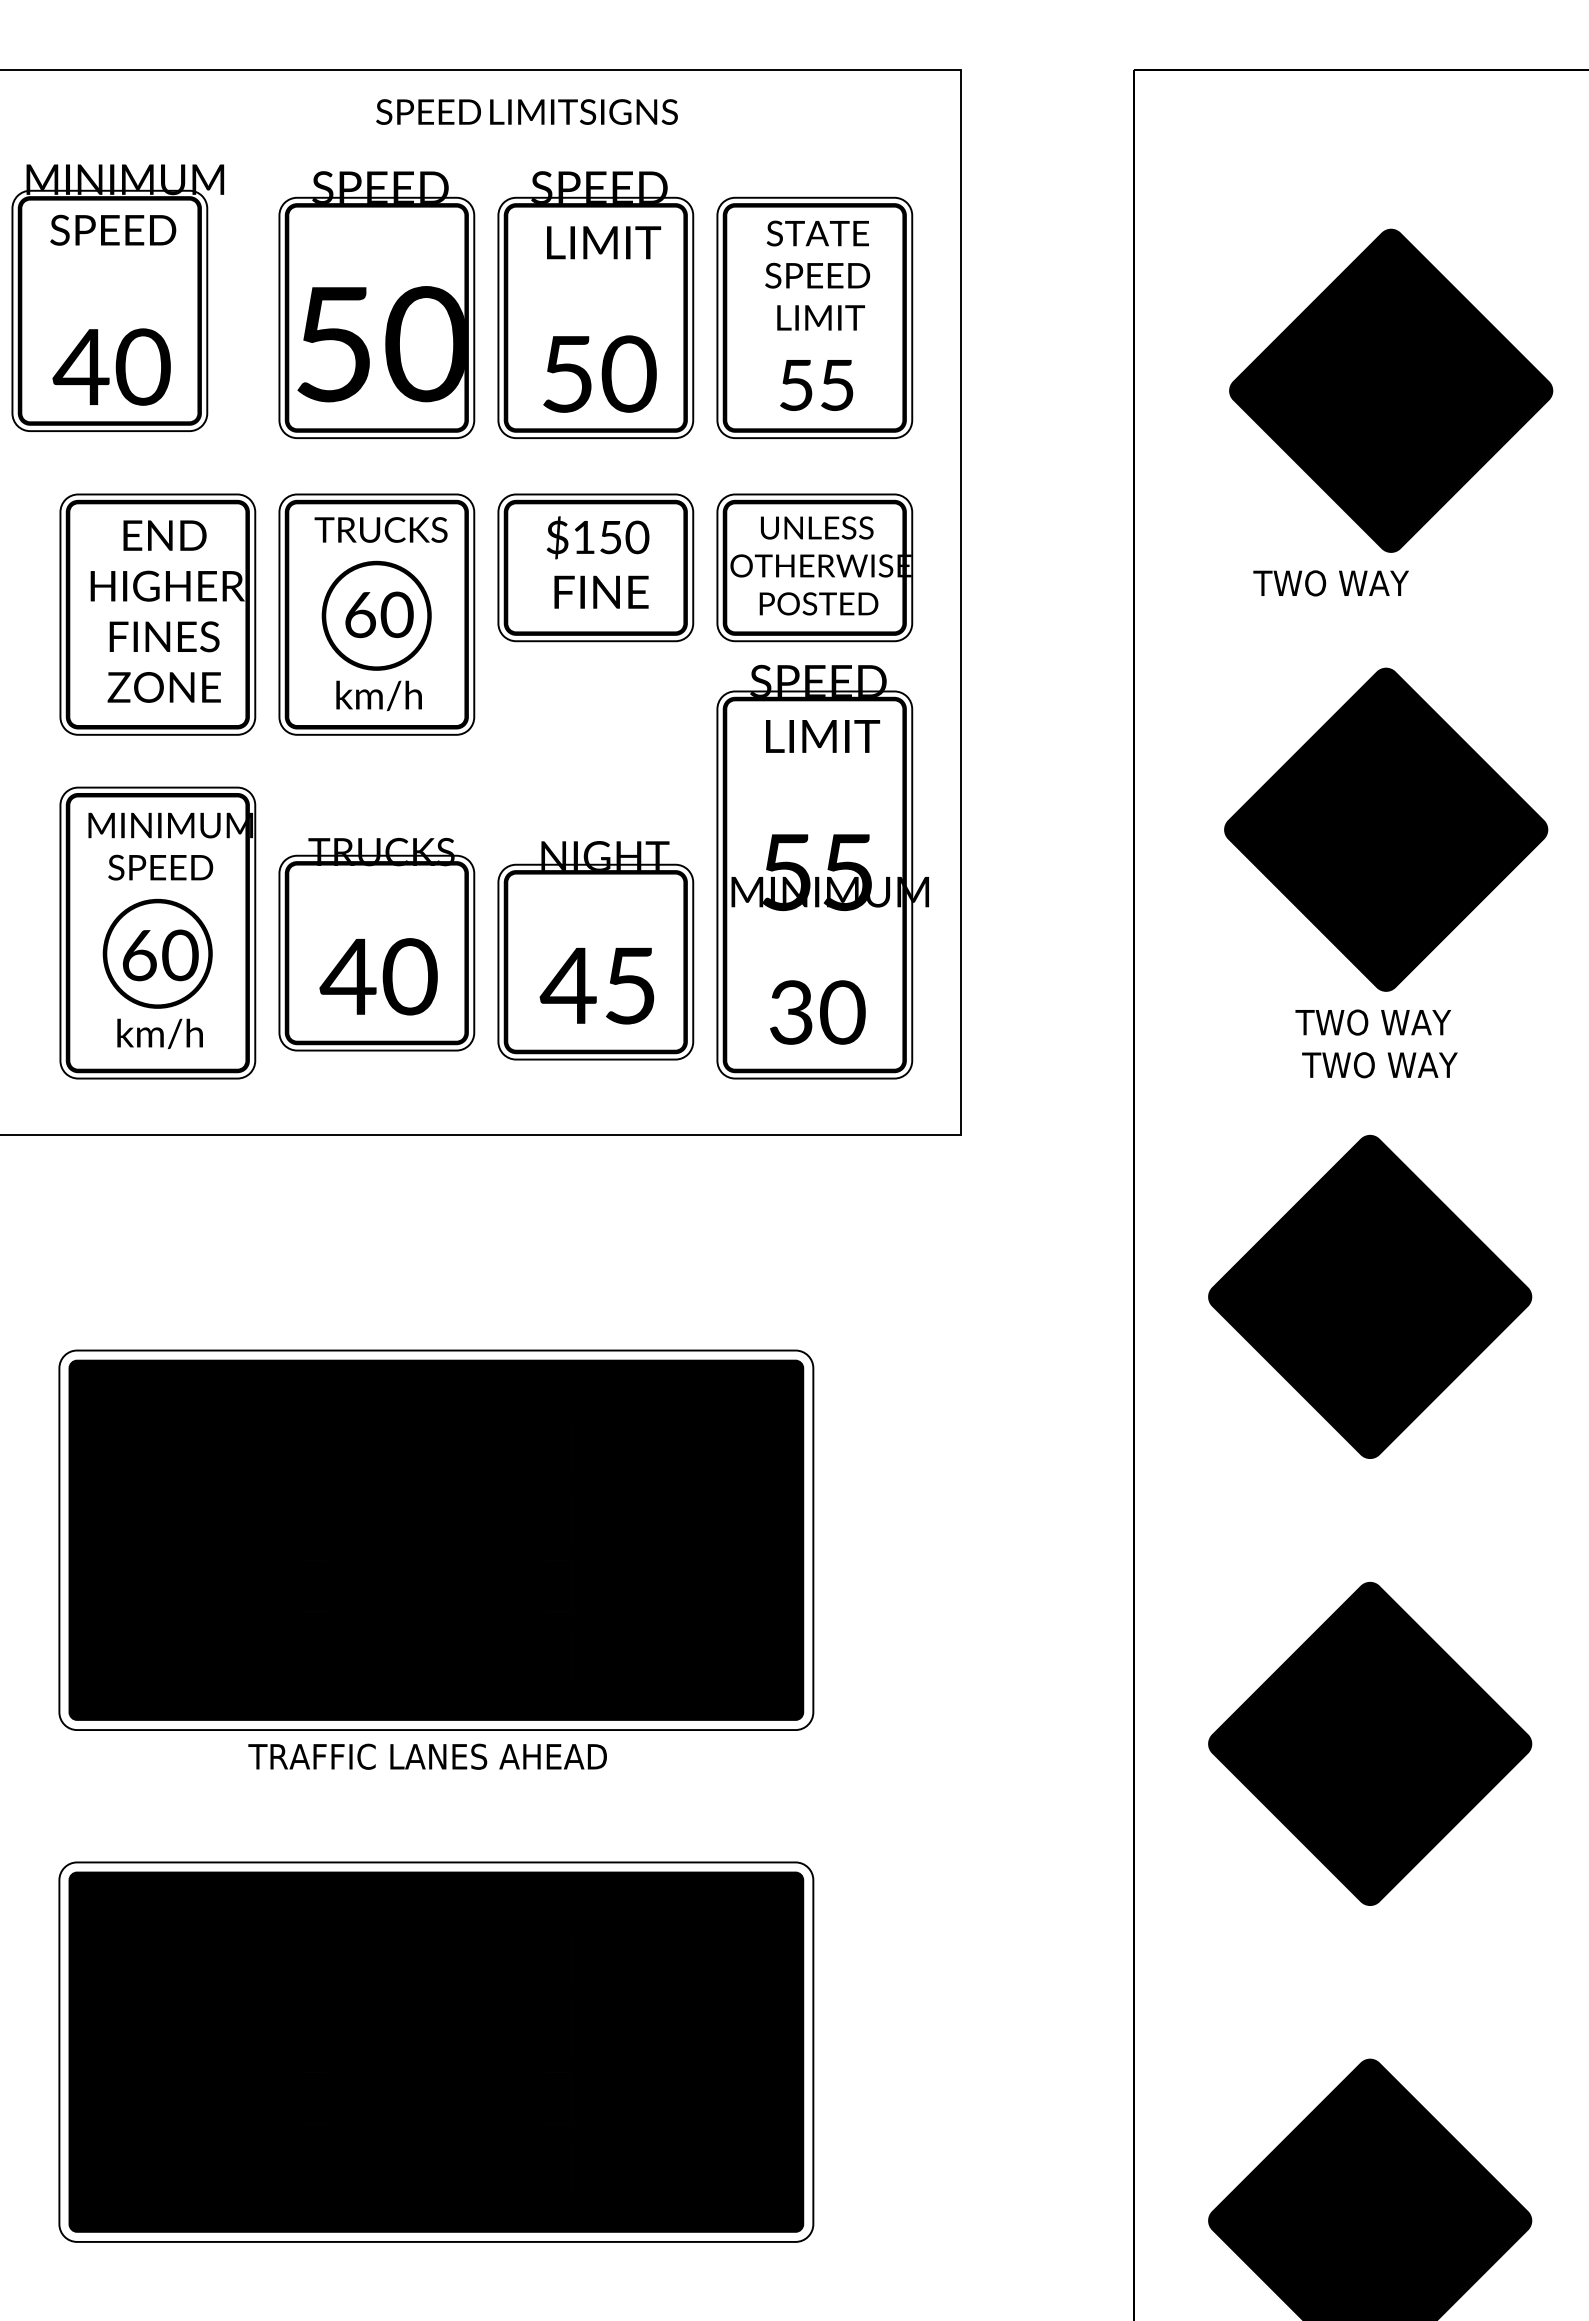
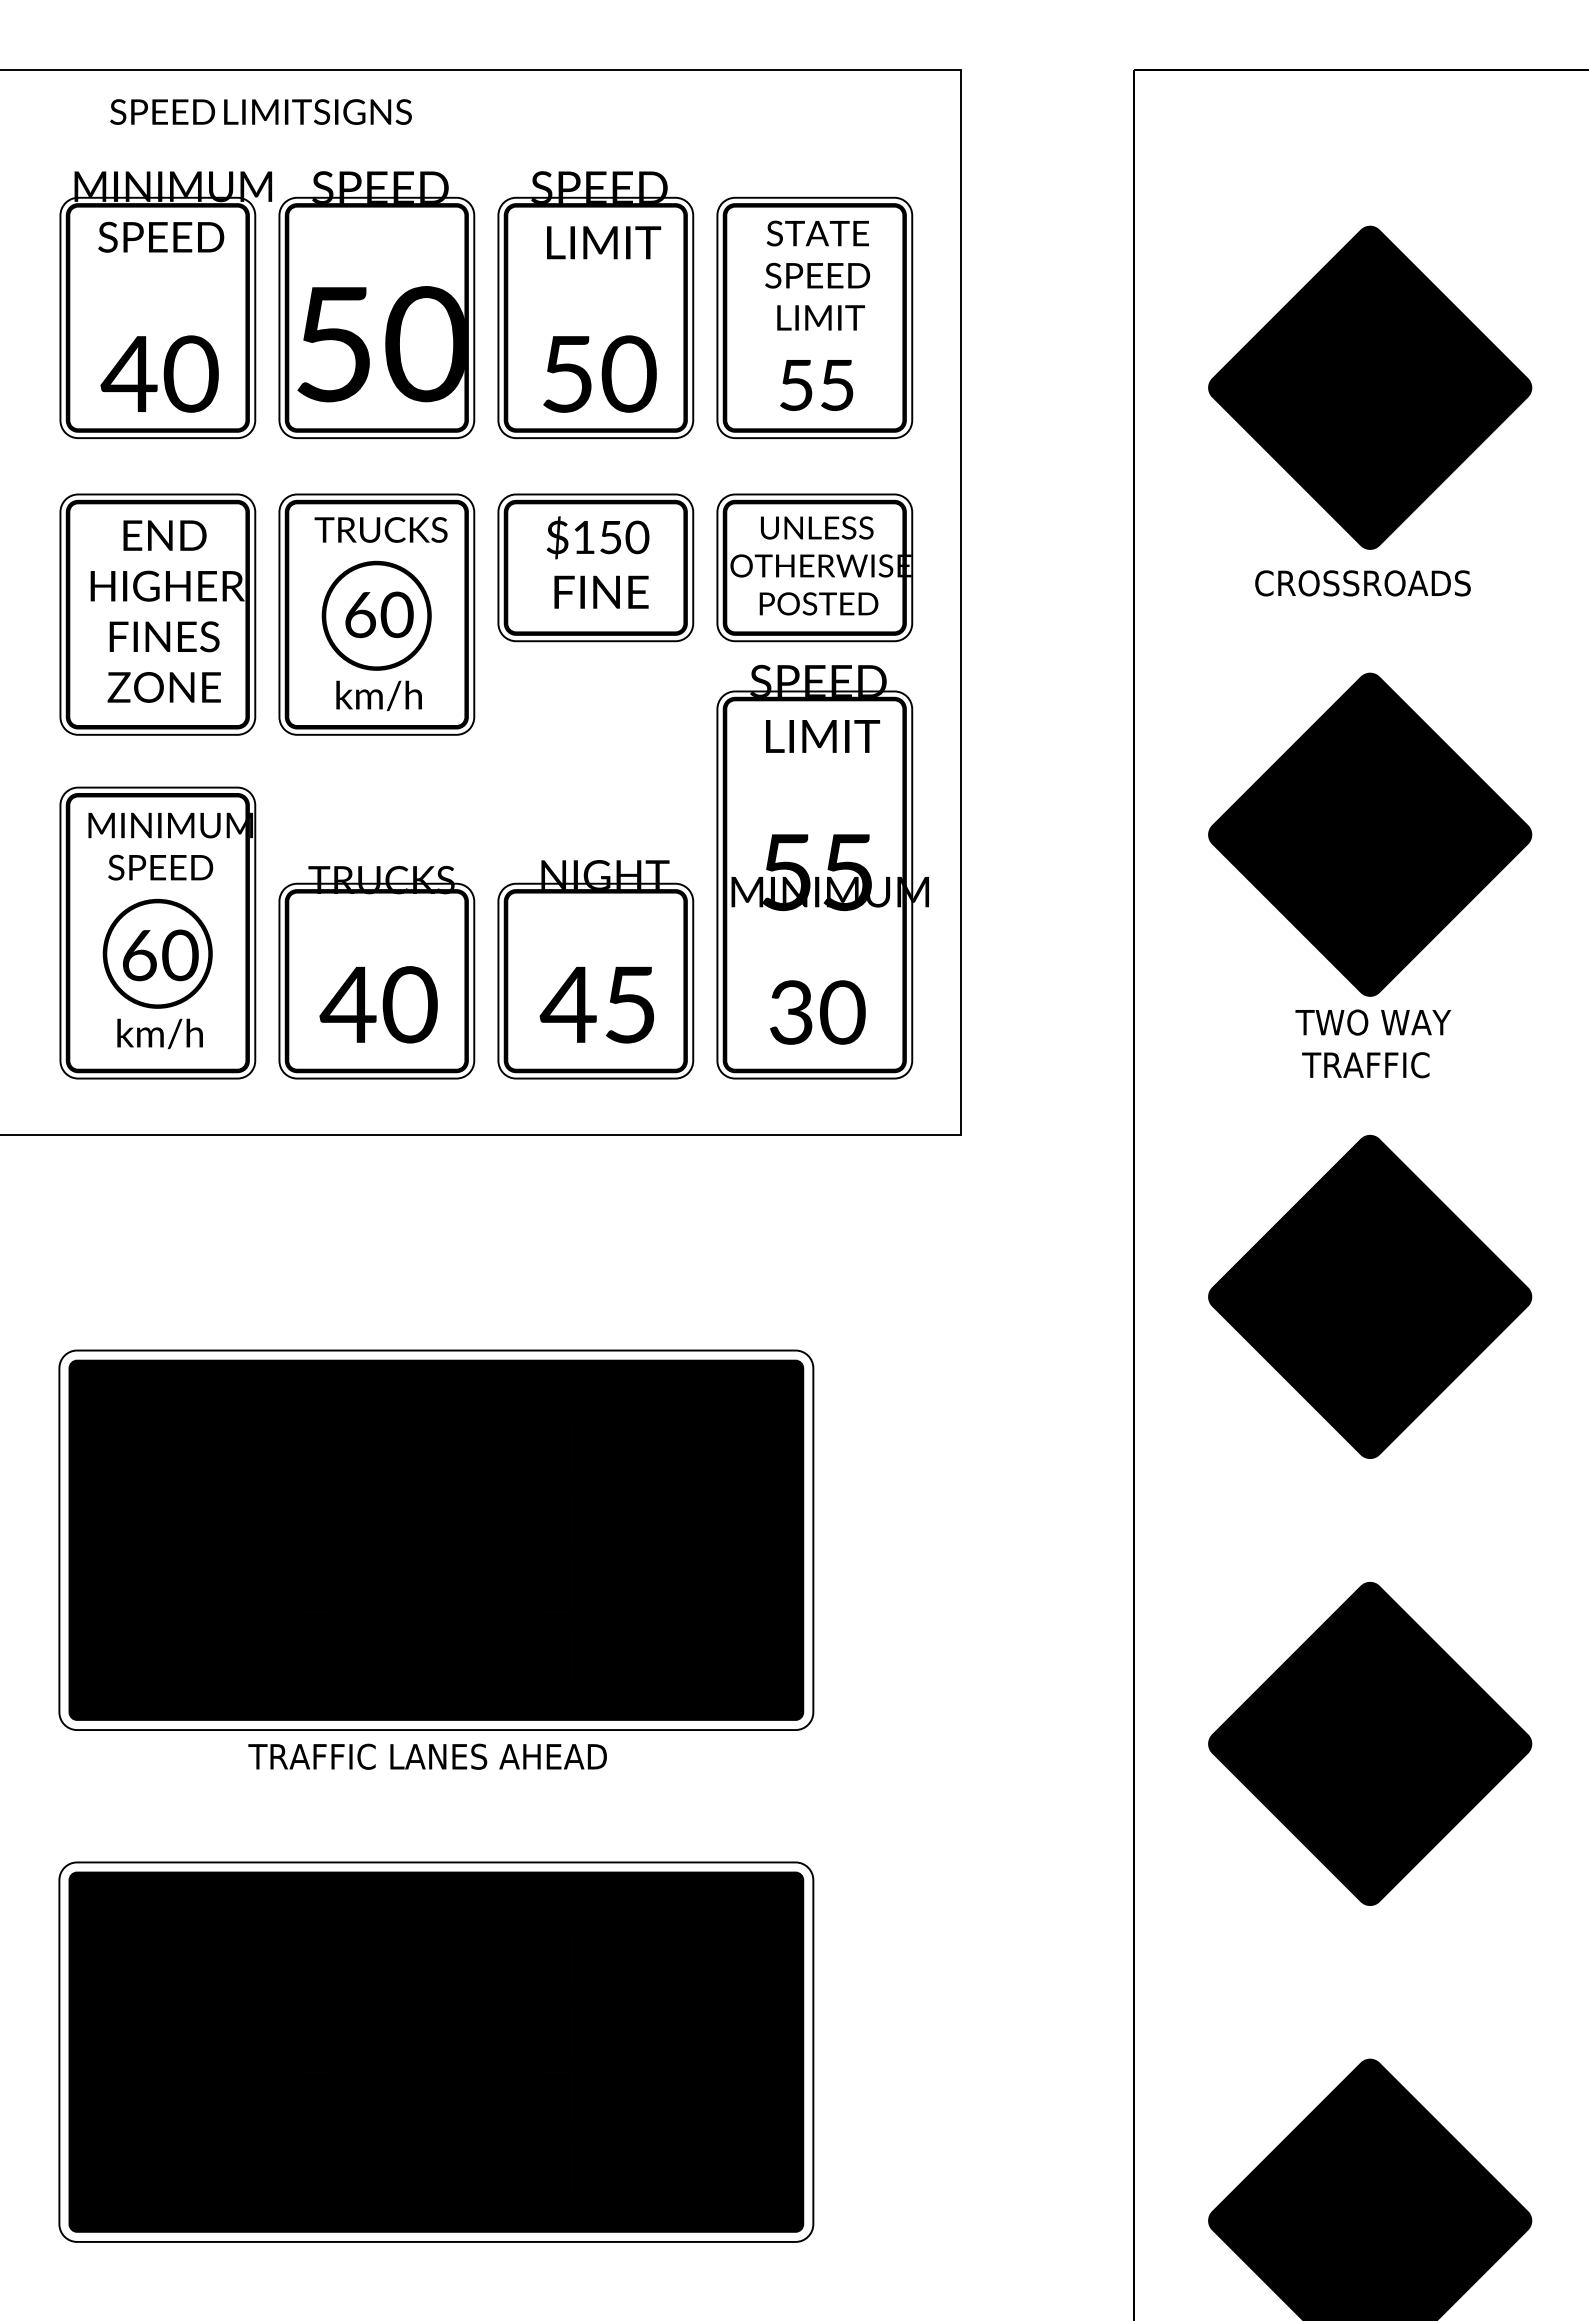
text at (526, 111) position: (526, 111) -> (260, 111)
part at (117, 297) position: (117, 297) -> (165, 304)
part at (1391, 390) position: (1391, 390) -> (1370, 387)
text at (1361, 583): TWO WAY -> CROSSROADS
part at (1386, 829) position: (1386, 829) -> (1370, 834)
part at (376, 944) position: (376, 944) -> (376, 972)
part at (595, 950) position: (595, 950) -> (595, 969)
text at (1389, 1065): TWO WAY -> TRAFFIC
